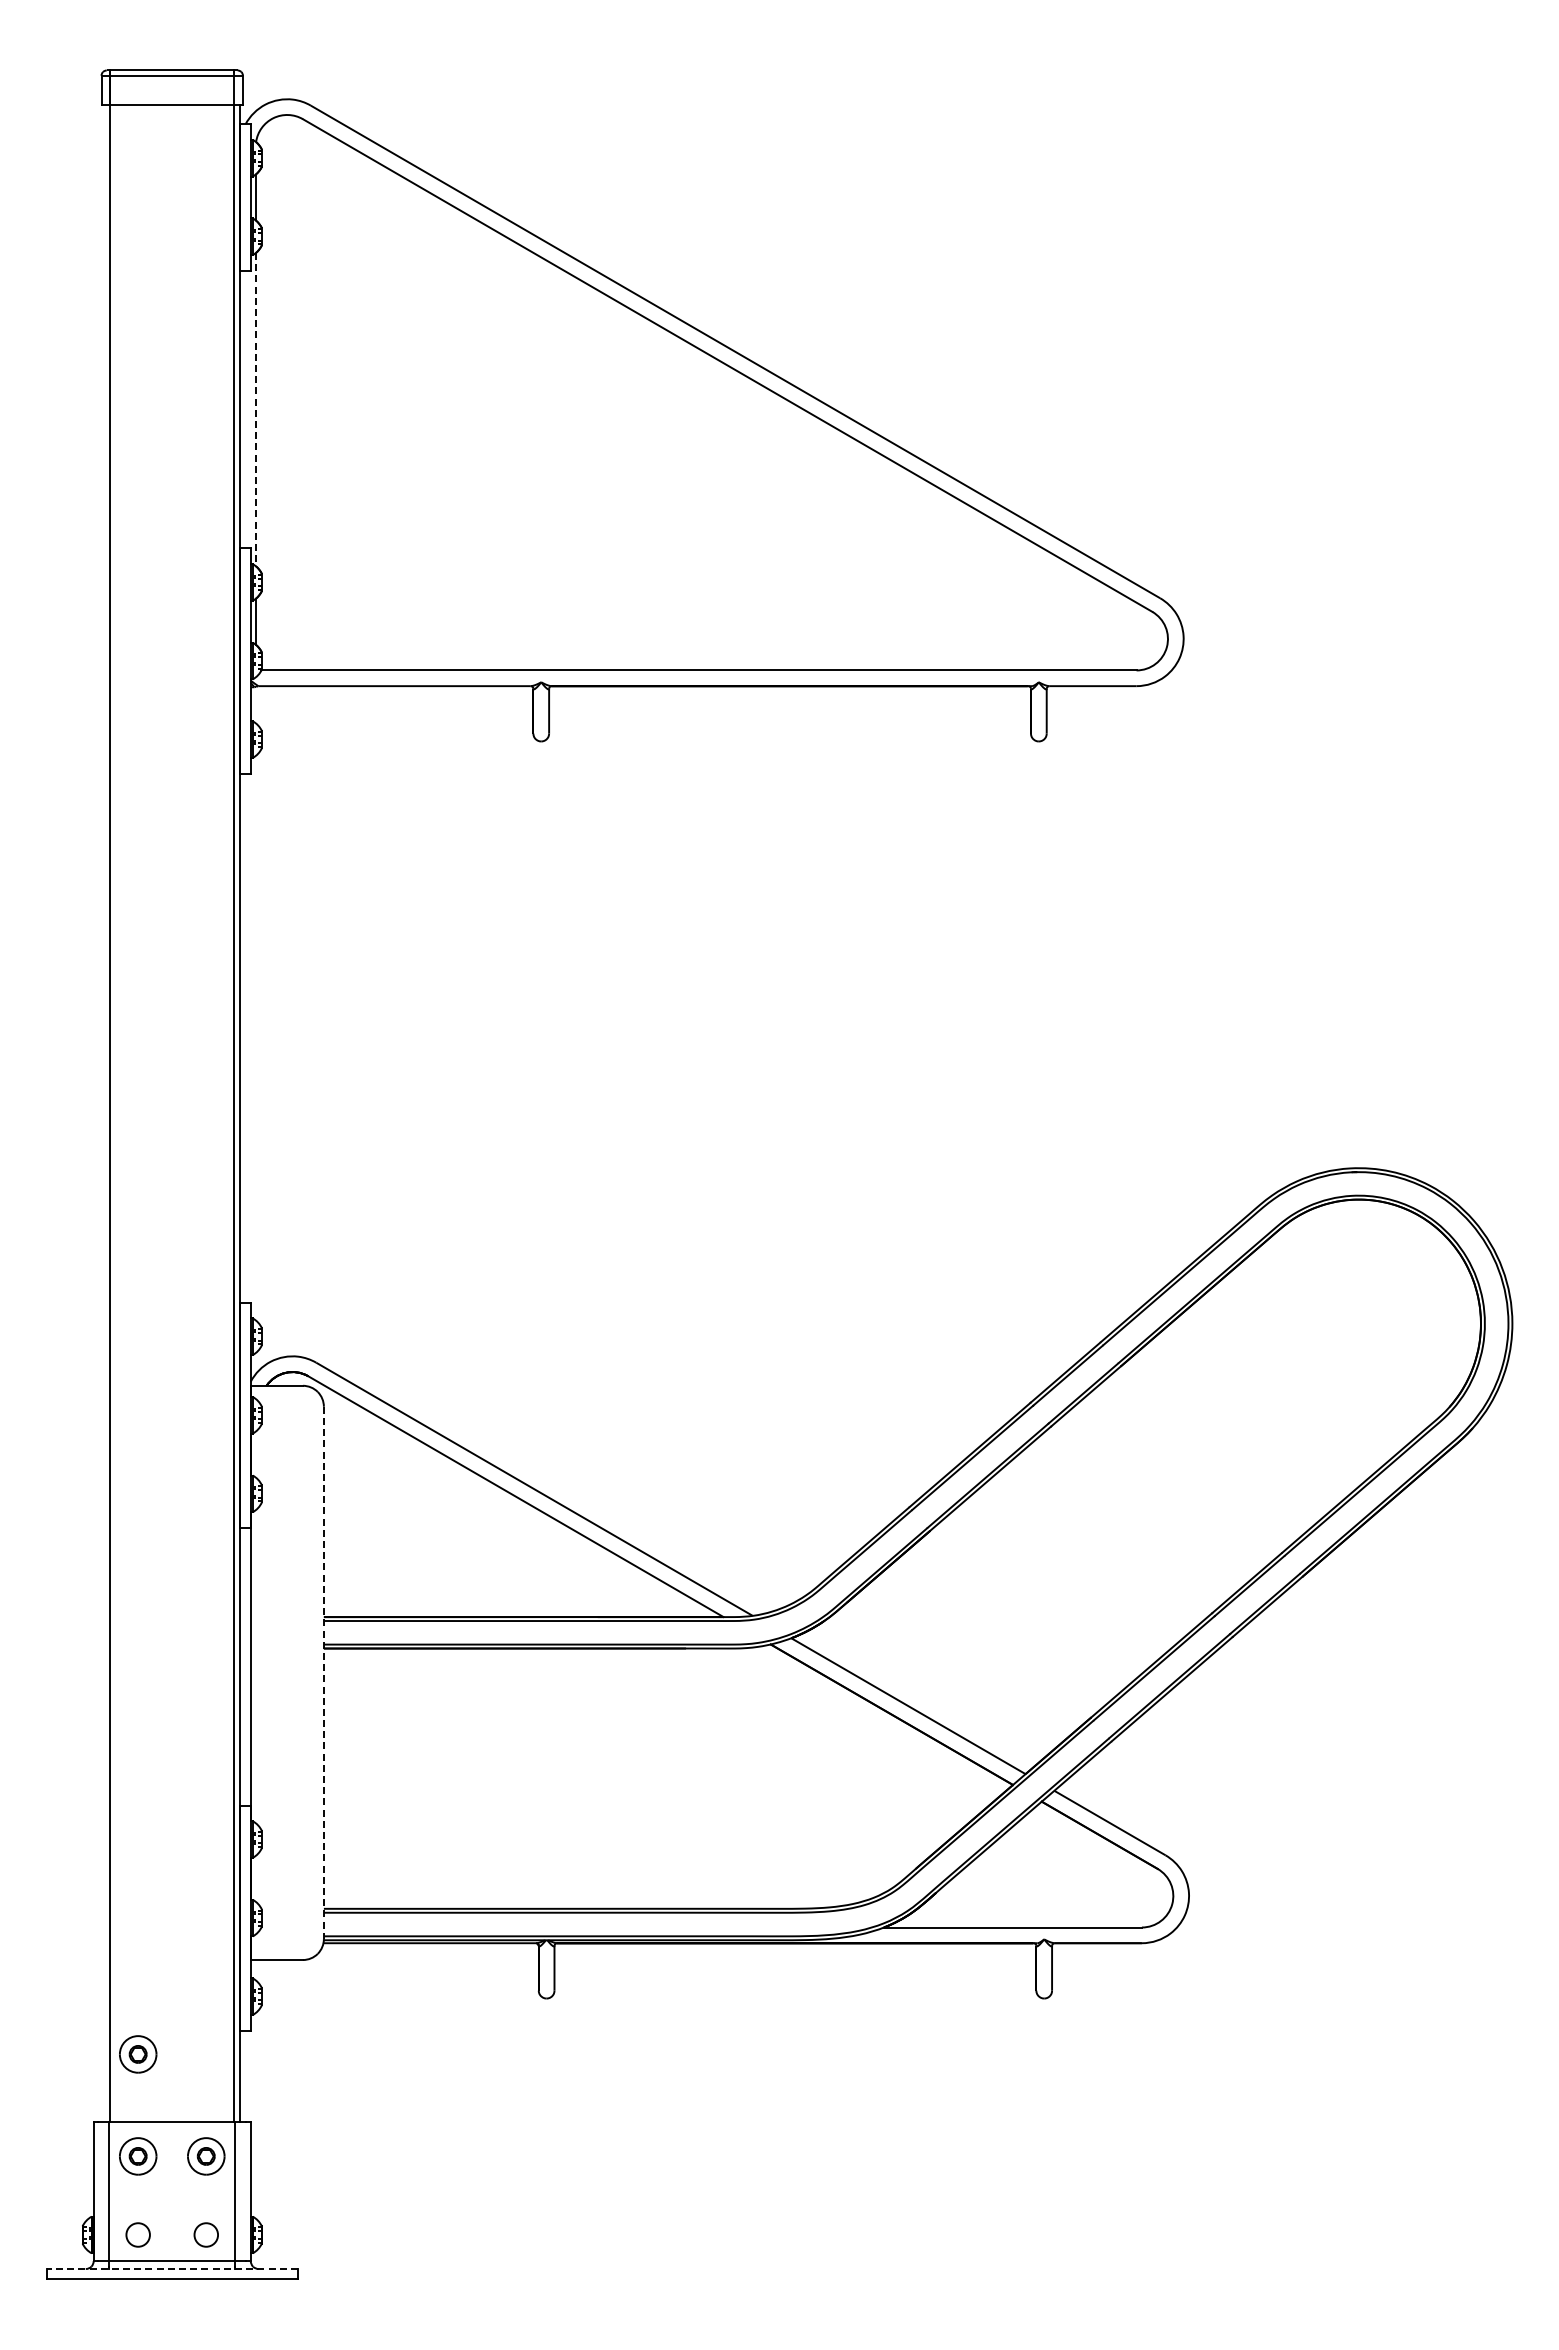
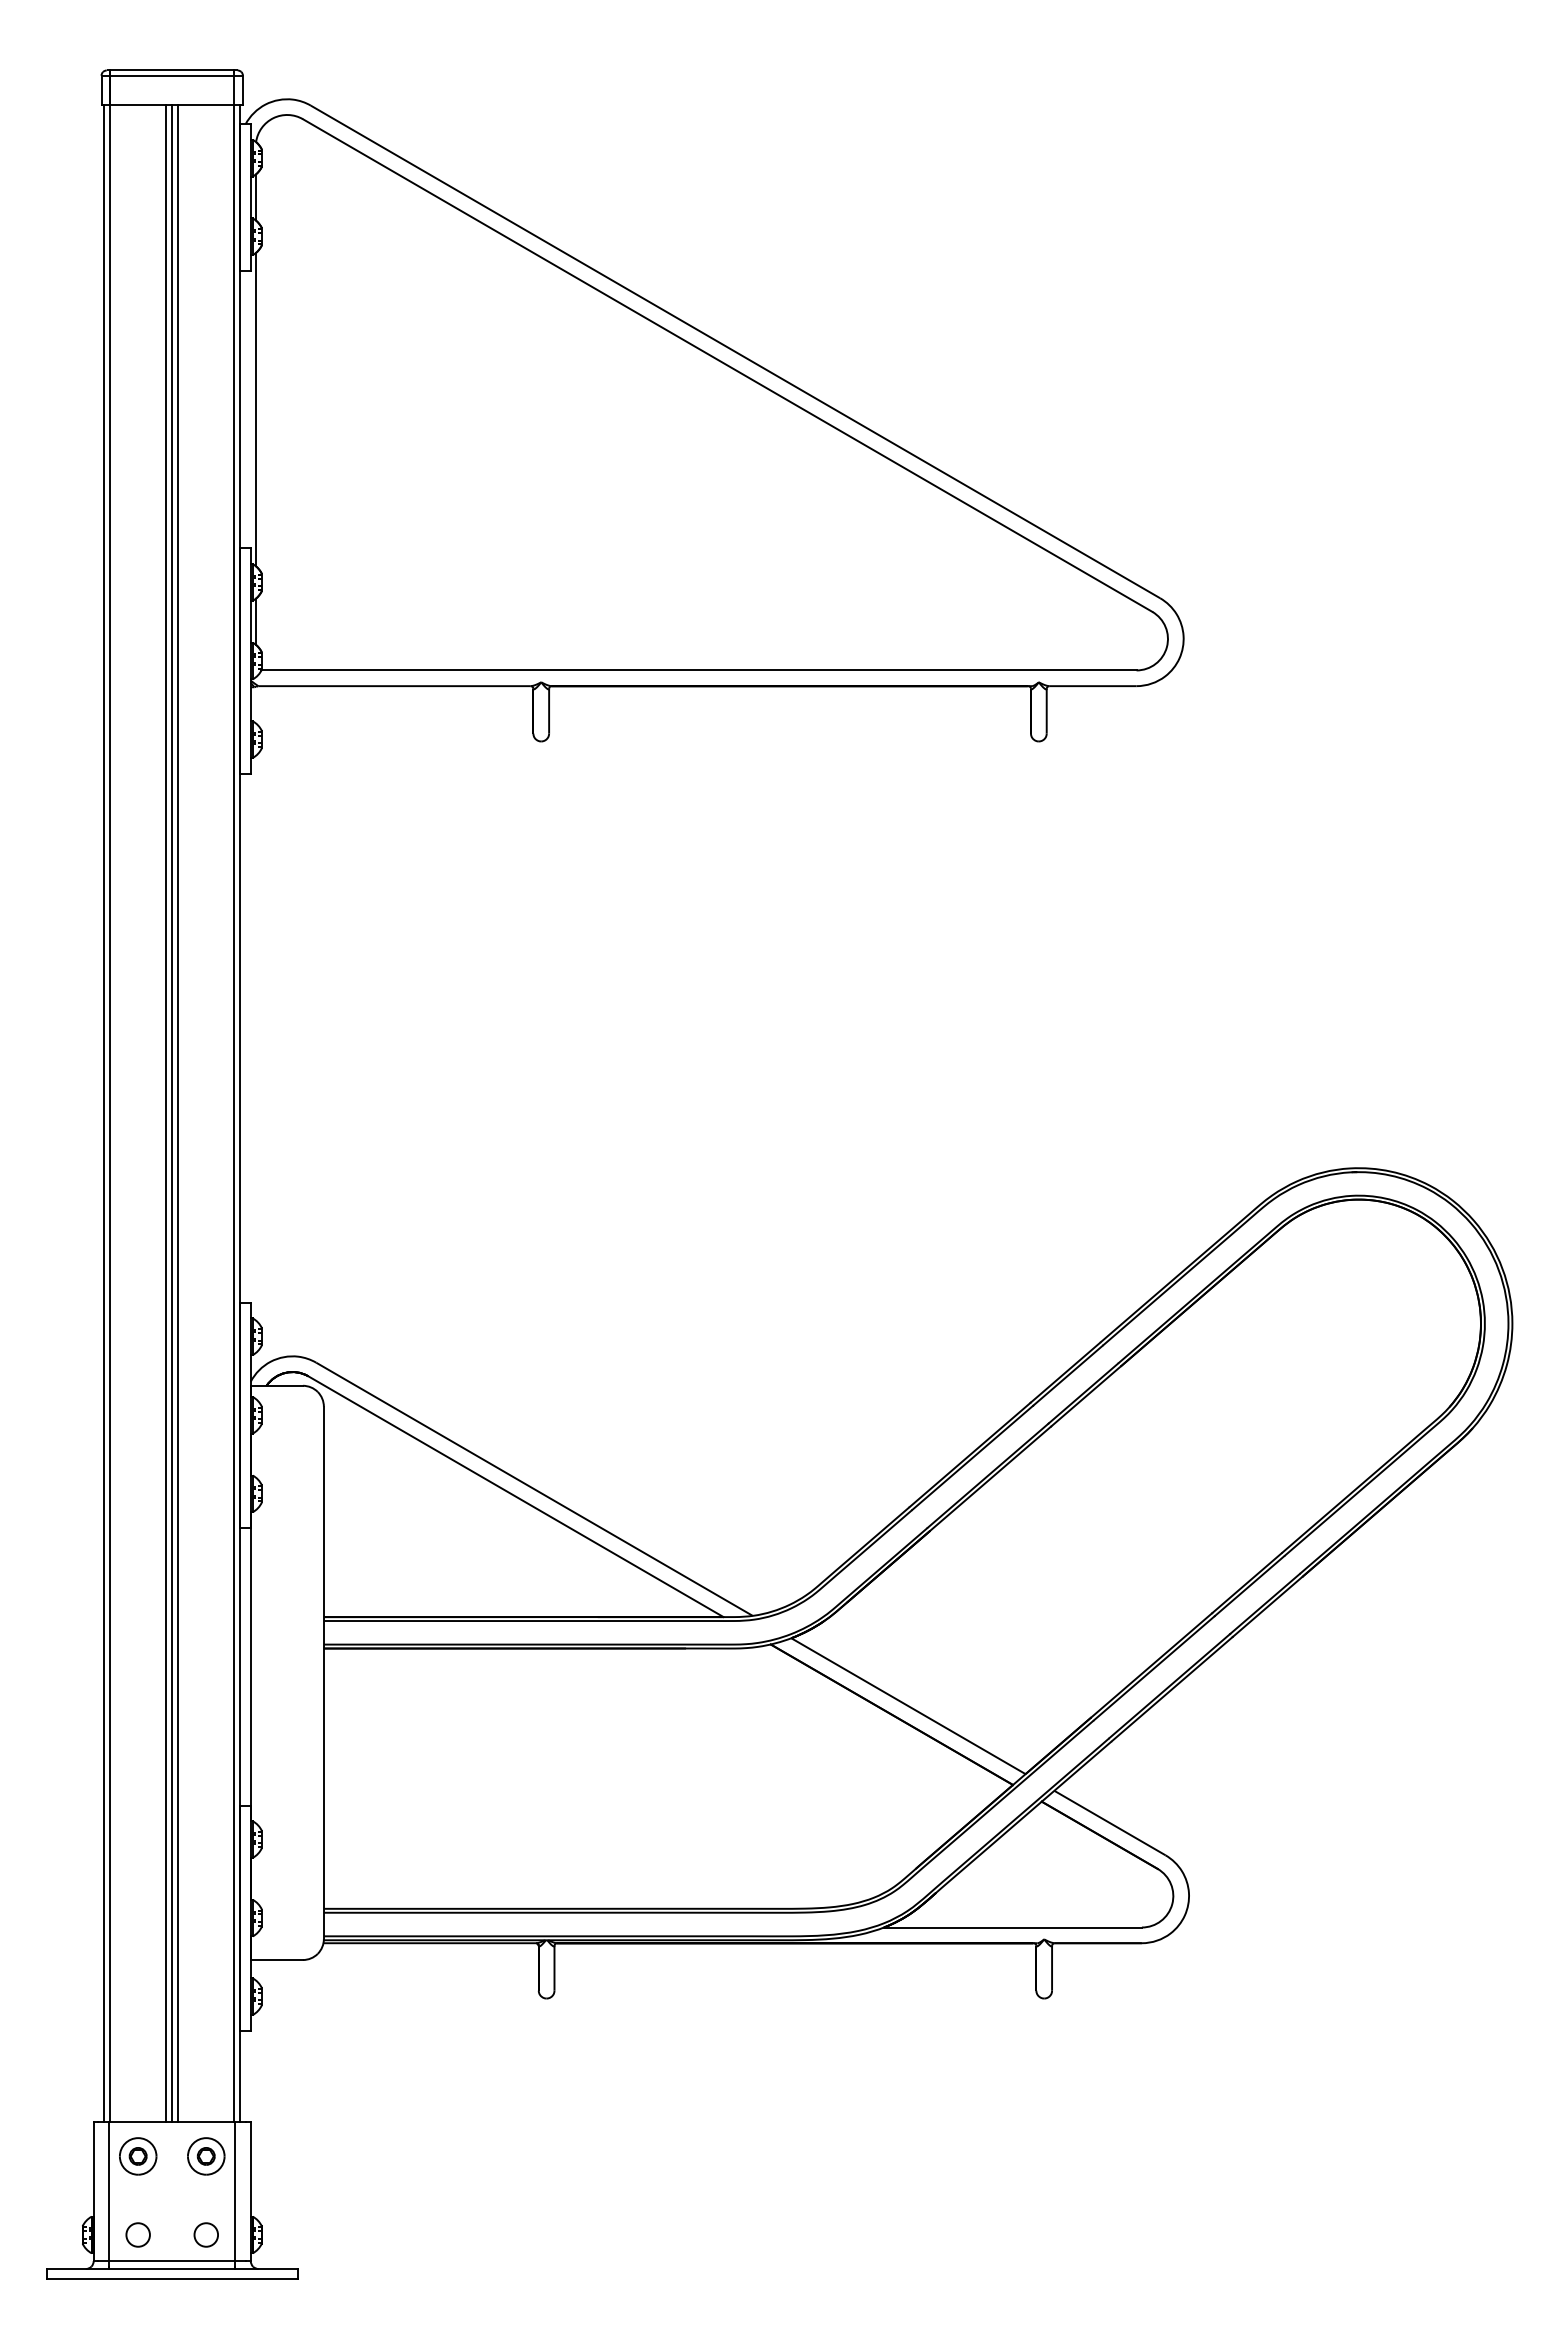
line at (255, 409): dashed -> solid
line at (104, 1113): none -> present
line at (166, 1113): none -> present
line at (172, 1113): none -> present
line at (178, 1113): none -> present
line at (323, 1673): dashed -> solid
part at (138, 2054): present -> none
line at (172, 2269): dashed -> solid
